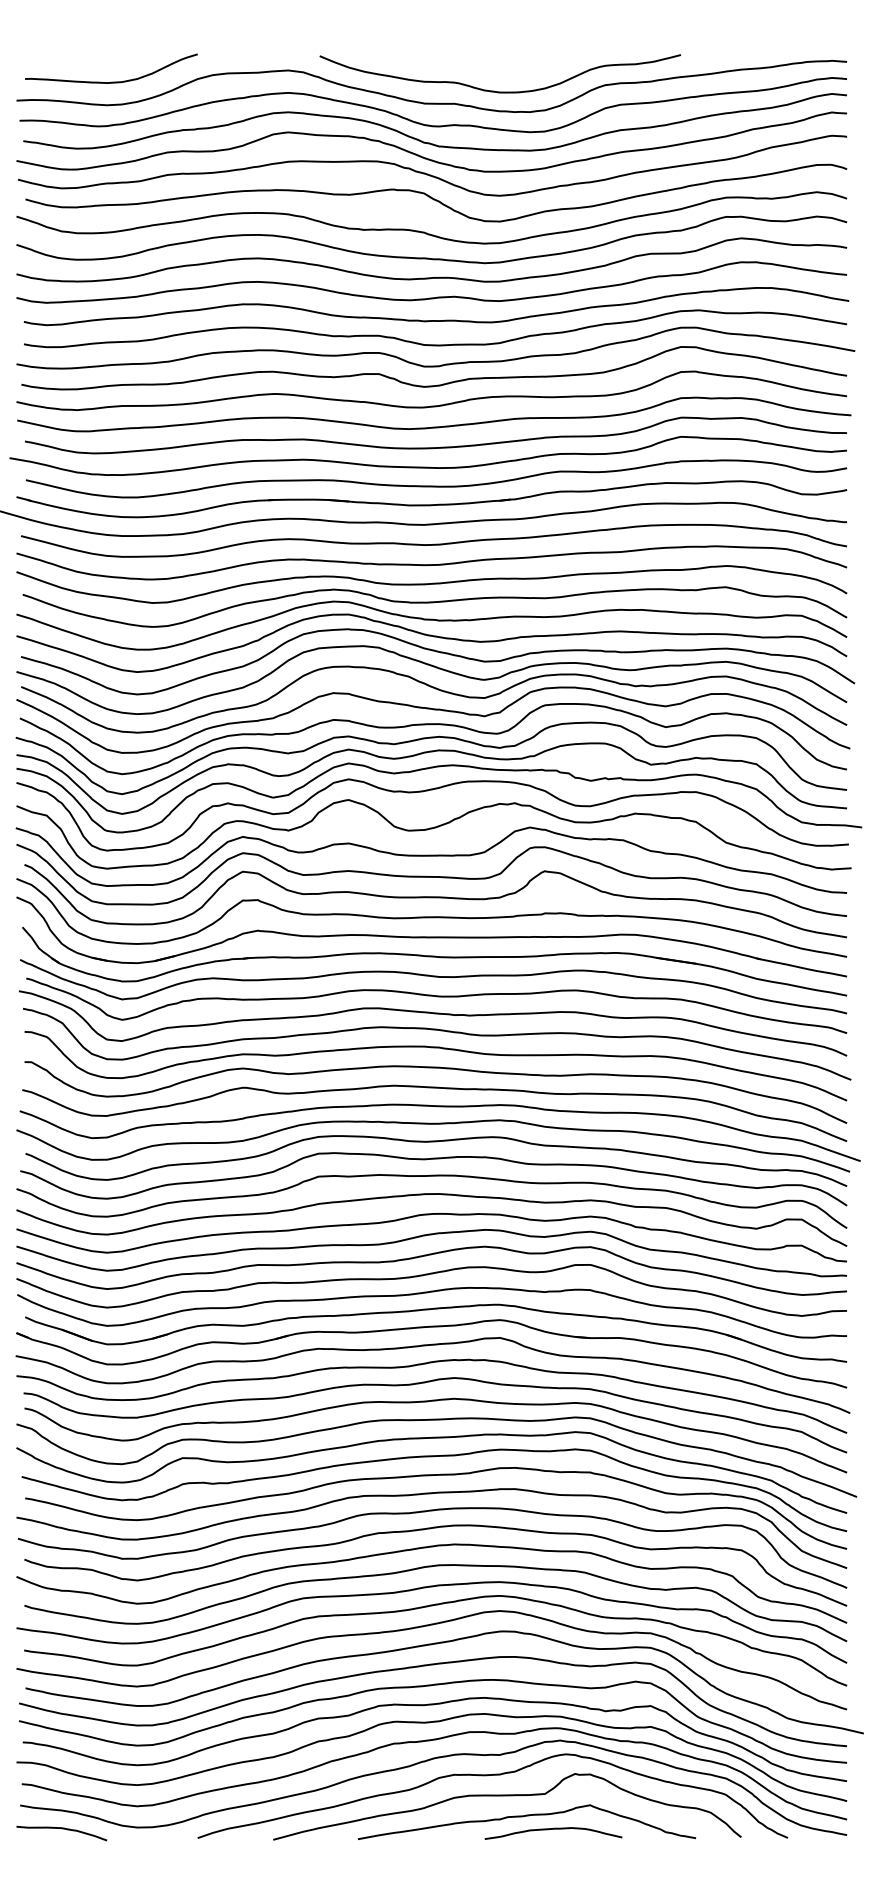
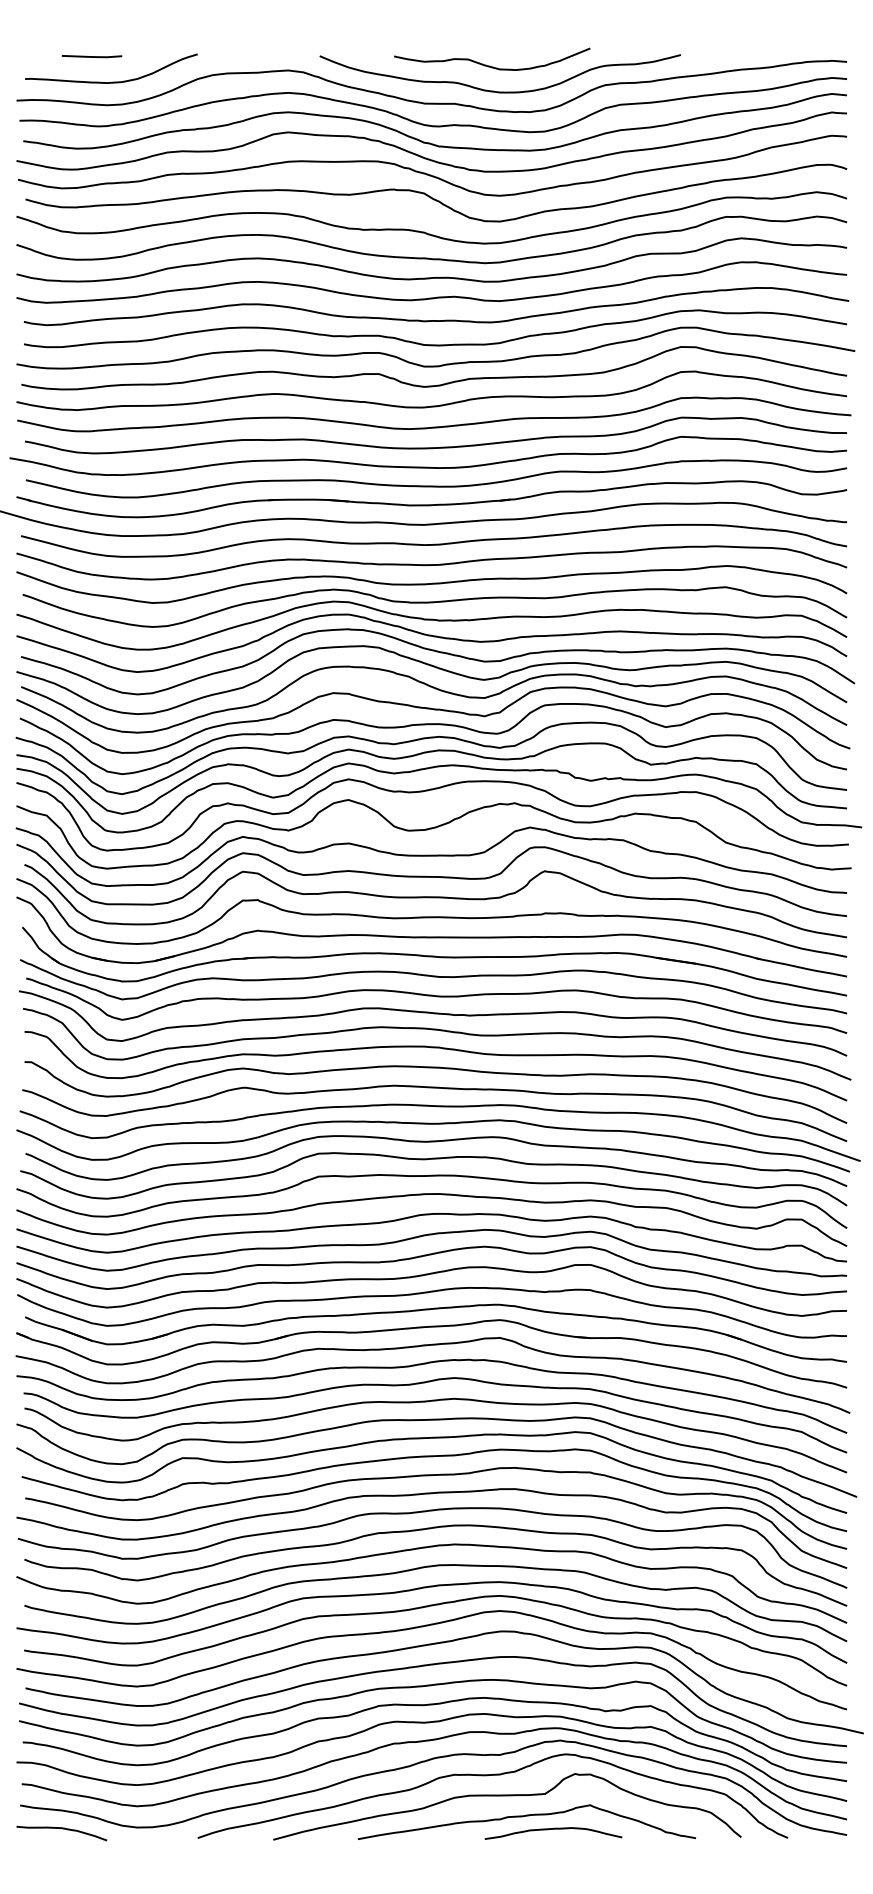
line at (91, 56): none -> present
curve at (489, 65): none -> present
